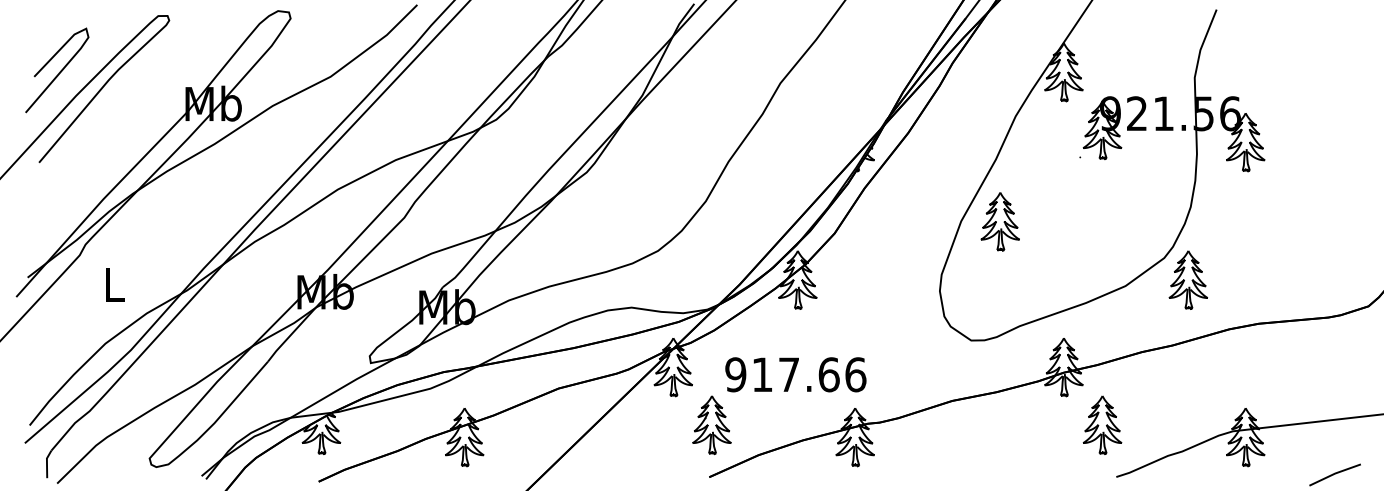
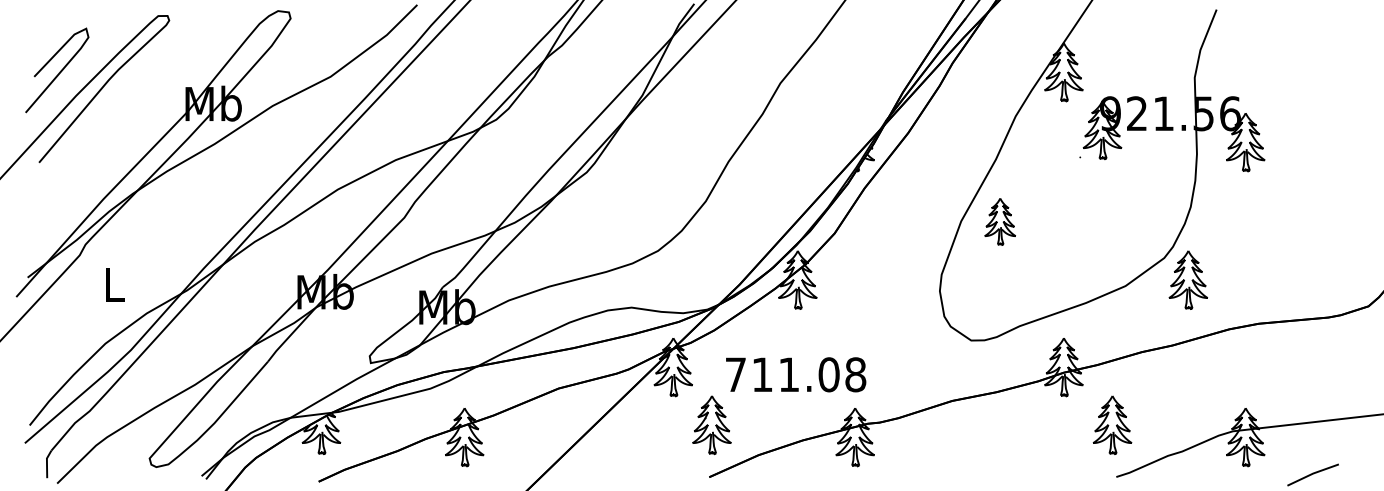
part at (999, 221) size: 40x60 px -> 32x48 px
text at (795, 374): 917.66 -> 711.08
part at (1102, 424) position: (1102, 424) -> (1112, 424)
line at (1334, 474) position: (1334, 474) -> (1312, 474)
